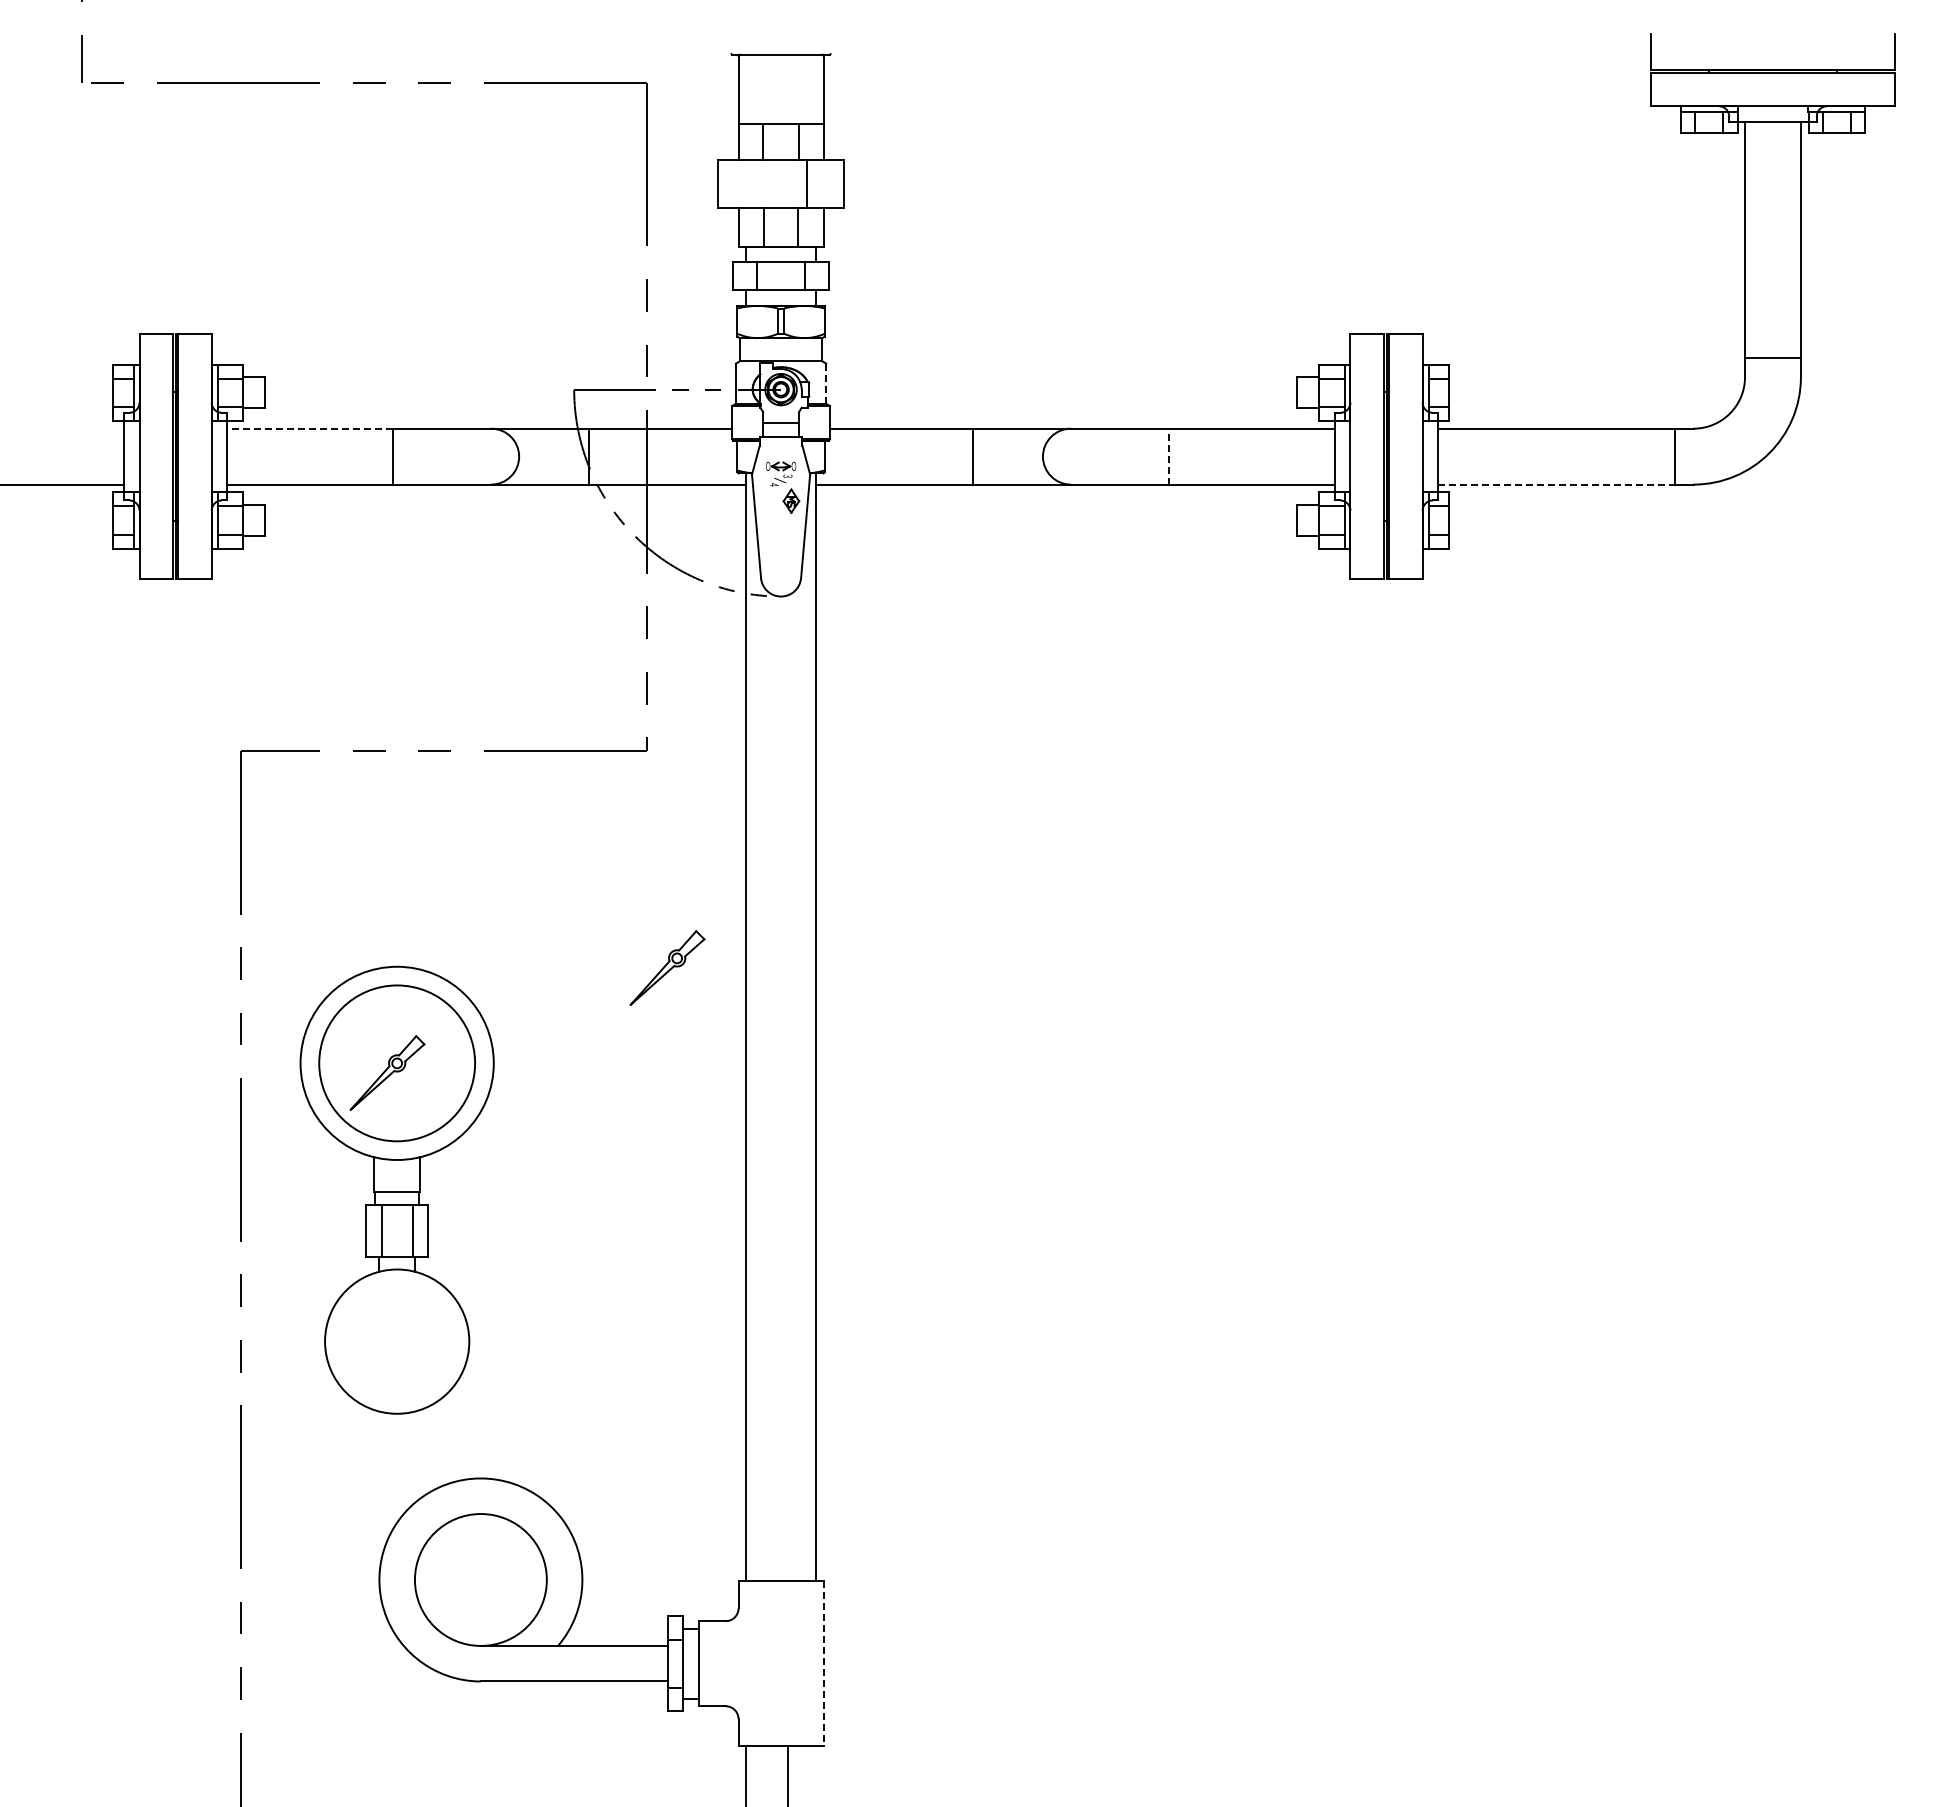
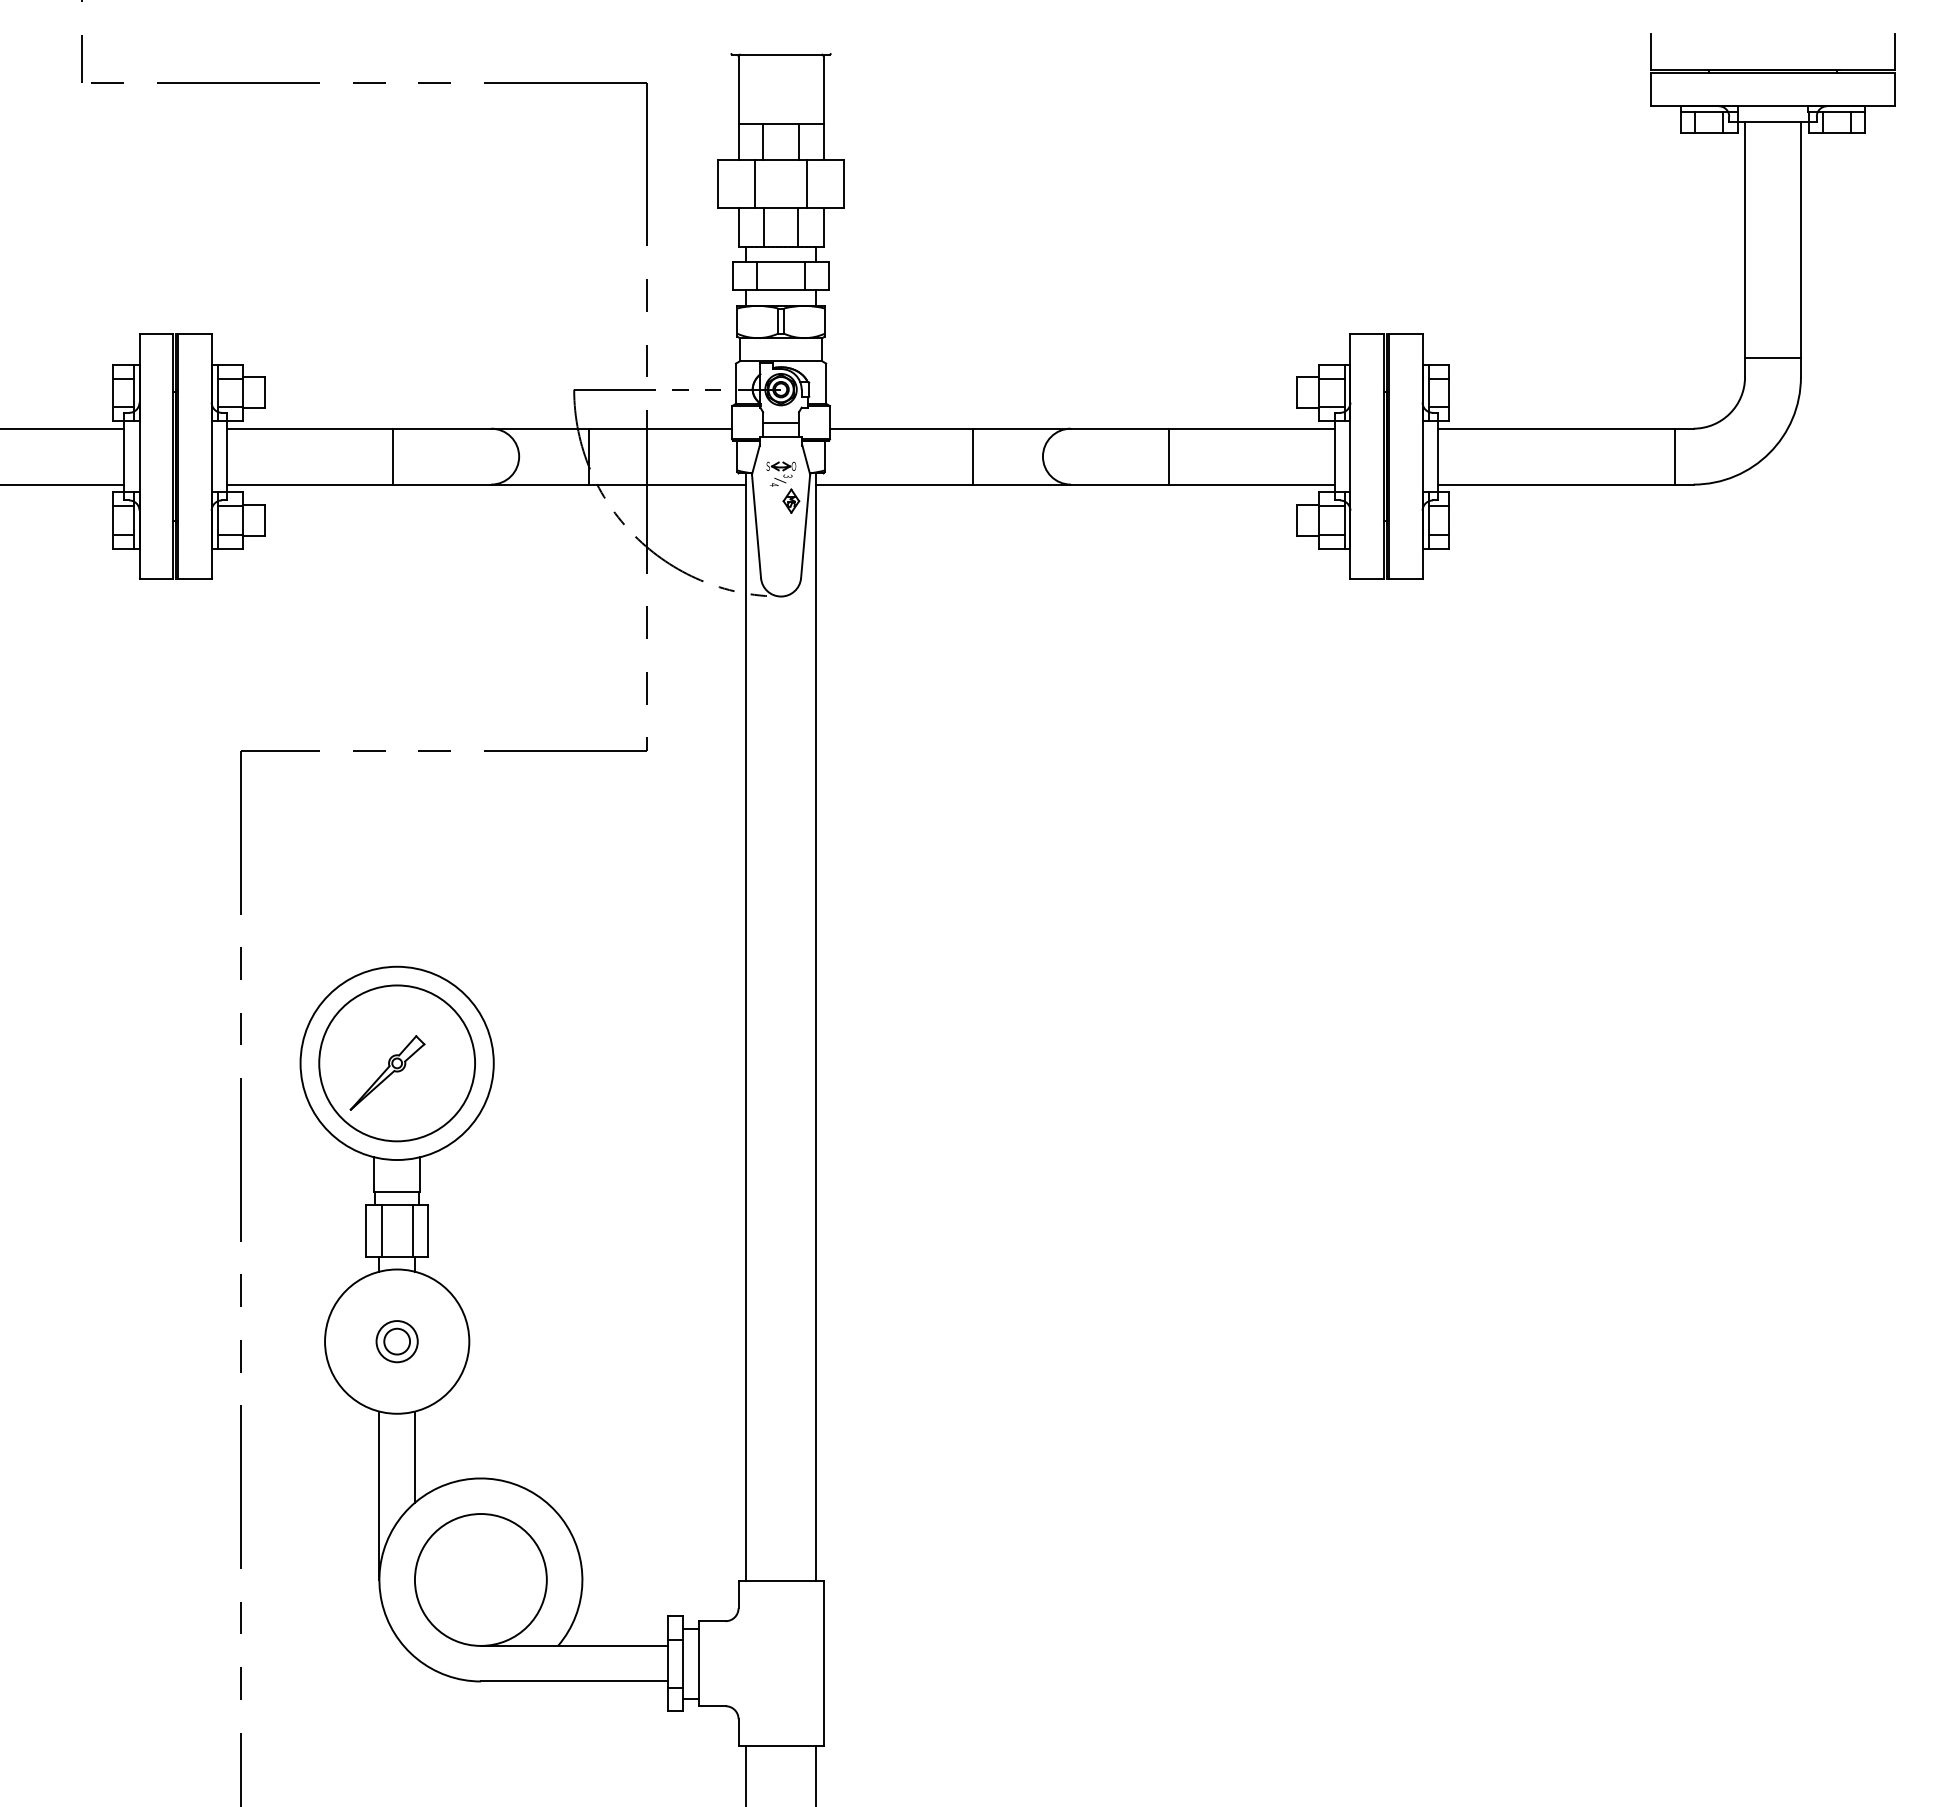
line at (755, 184): none -> present
line at (826, 383): dashed -> solid
line at (63, 428): none -> present
line at (310, 428): dashed -> solid
line at (1169, 456): dashed -> solid
text at (768, 465): Ｏ -> Ｓ
line at (1556, 484): dashed -> solid
part at (667, 967): present -> none
part at (396, 1341): none -> present
line at (414, 1456): none -> present
line at (379, 1495): none -> present
line at (823, 1664): dashed -> solid
line at (788, 1774) position: (788, 1774) -> (816, 1774)
